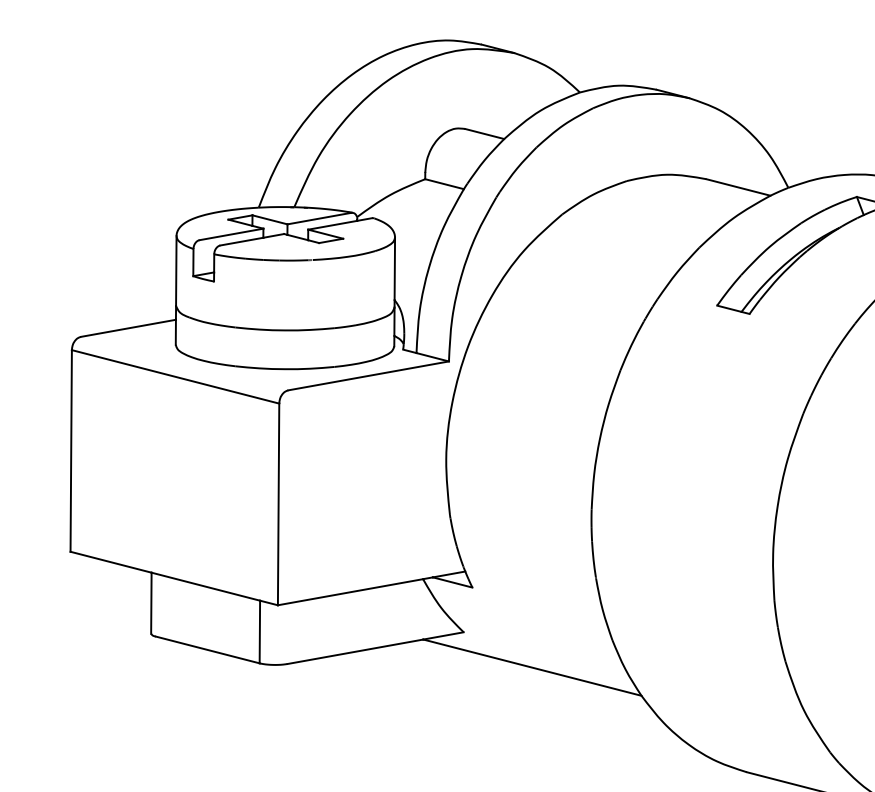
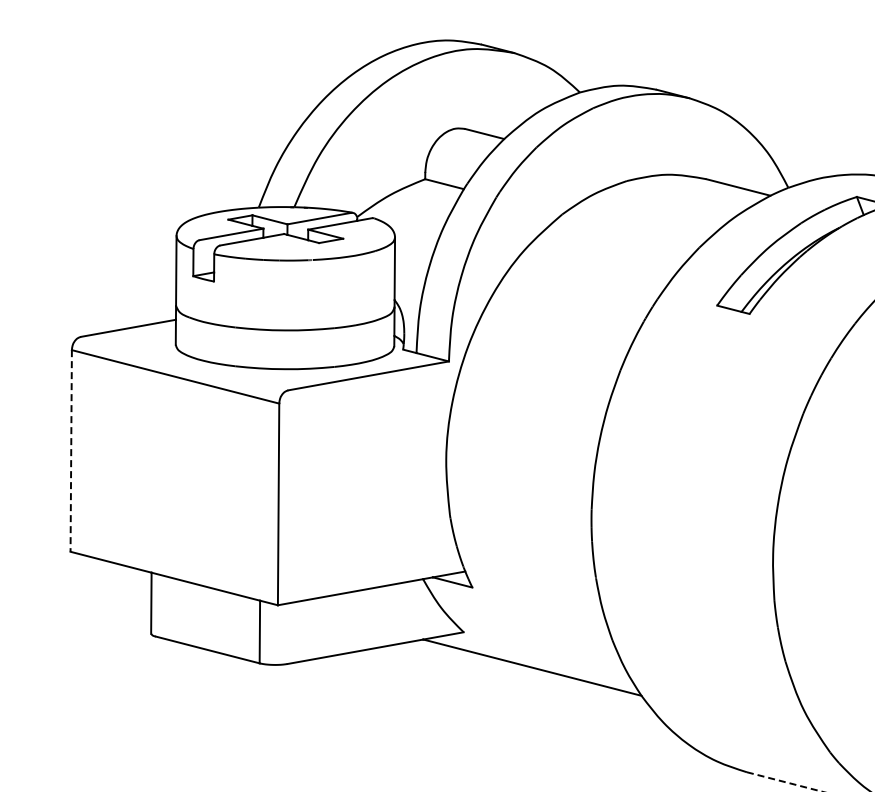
line at (71, 450): solid -> dashed
line at (785, 782): solid -> dashed
